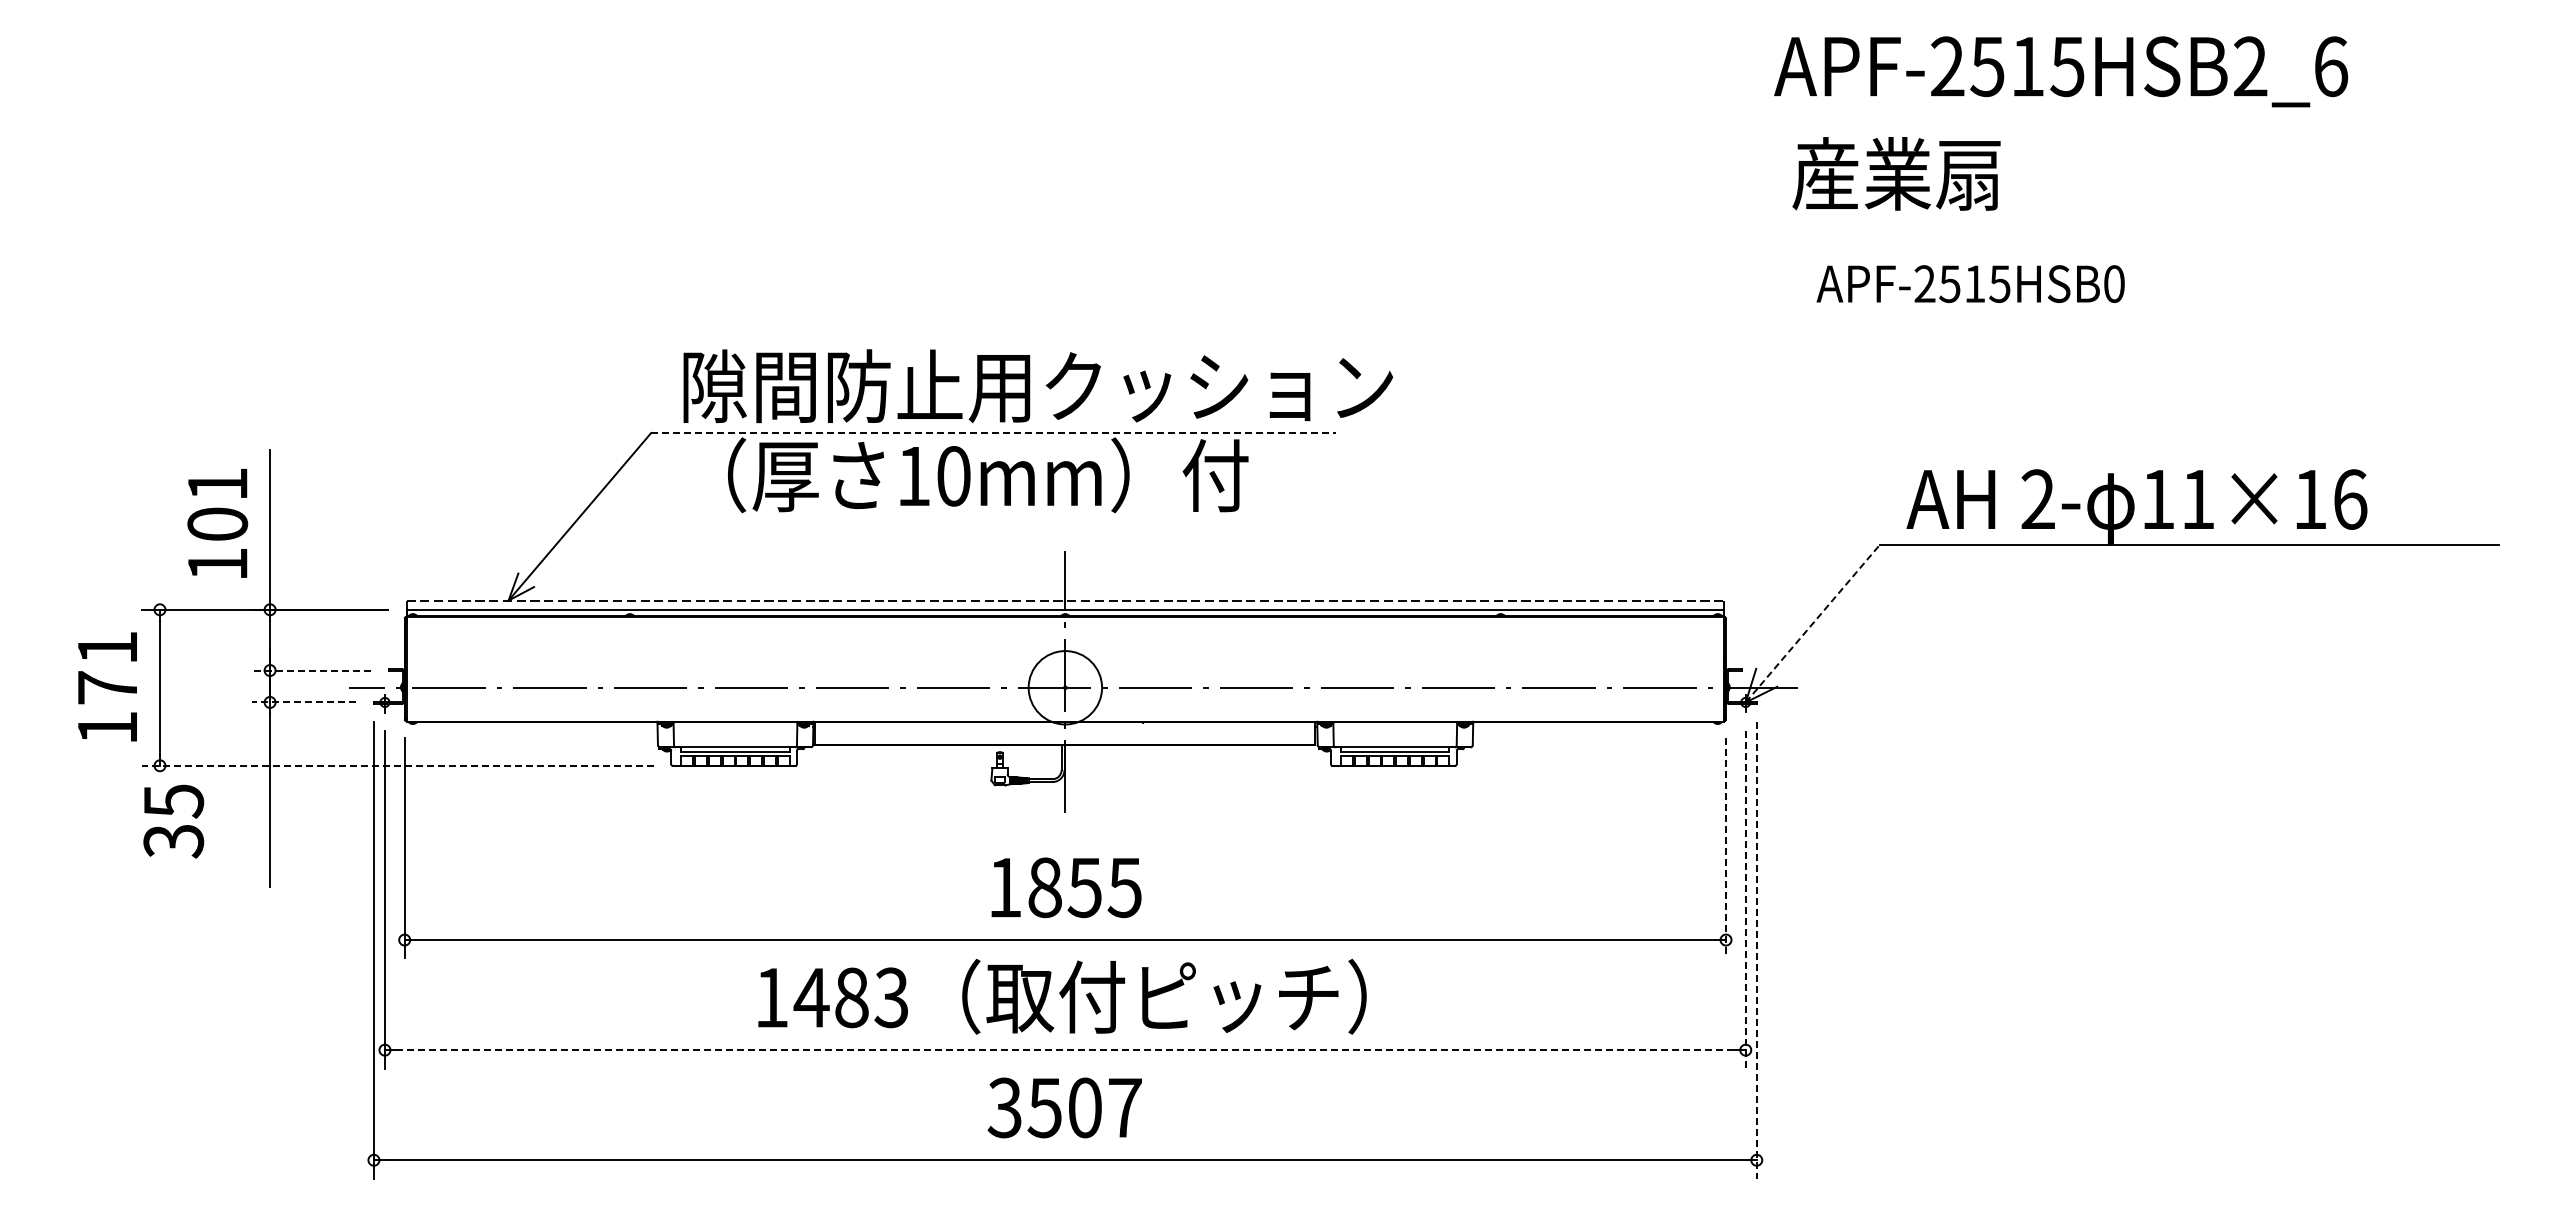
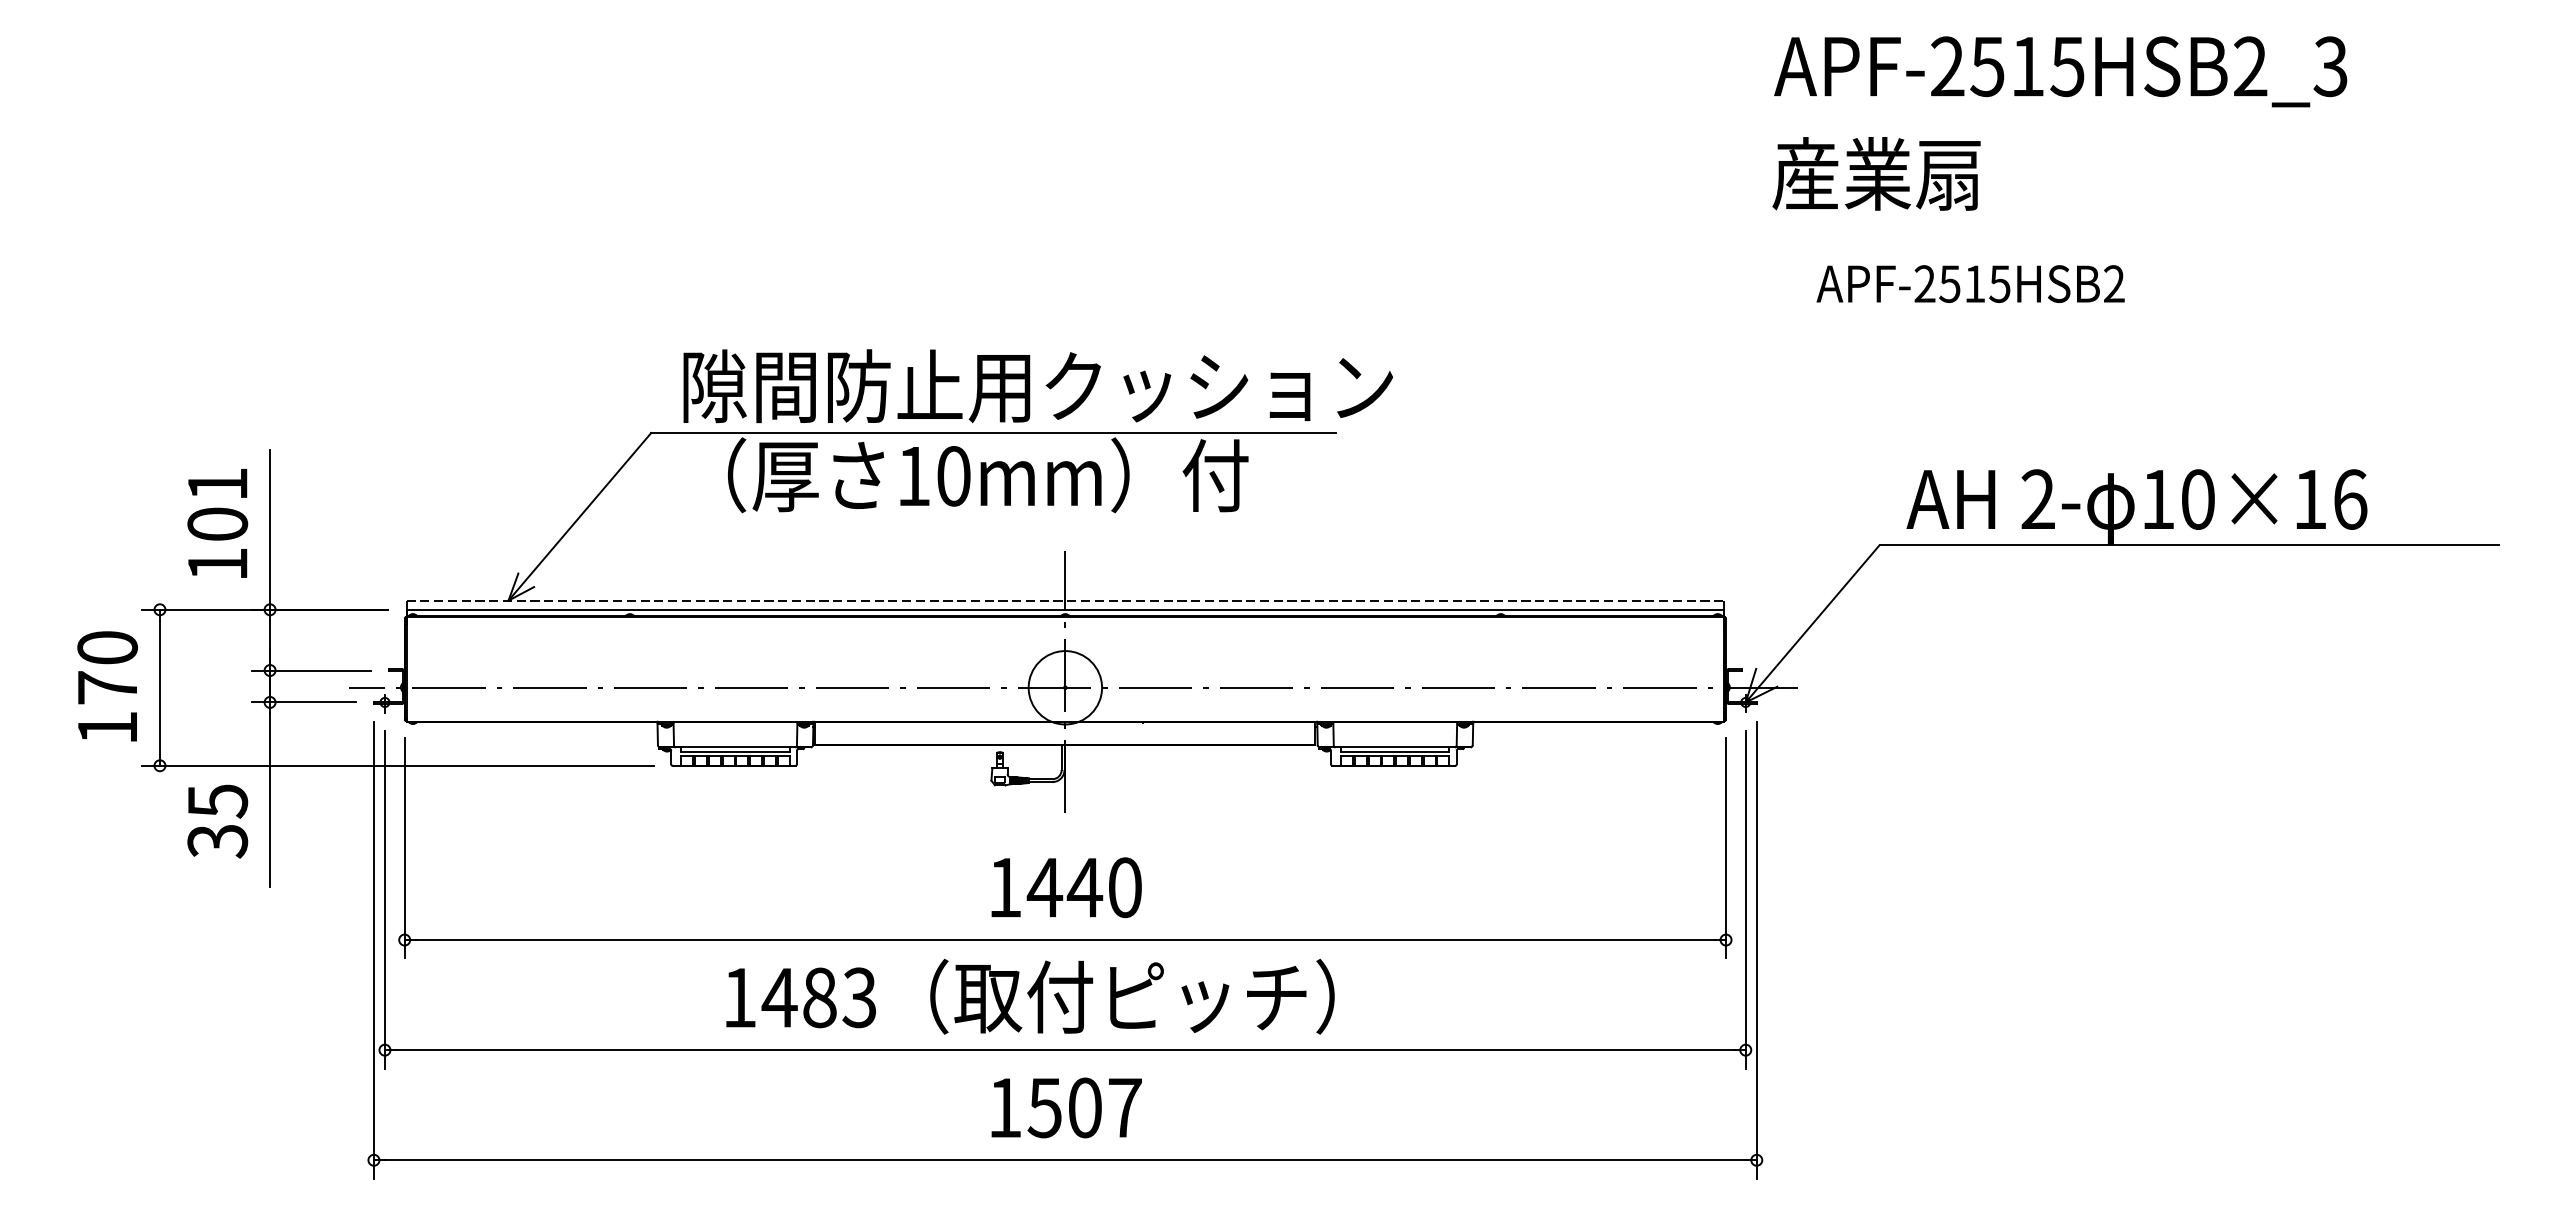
text at (2330, 66): APF-2515HSB2_6 -> APF-2515HSB2_3
text at (1896, 173) position: (1896, 173) -> (1876, 173)
text at (2114, 284): APF-2515HSB0 -> APF-2515HSB2
line at (994, 432): dashed -> solid
text at (2198, 499): 11×16 -> 10×16
line at (1812, 623): dashed -> solid
text at (107, 647): 171 -> 170
line at (310, 670): dashed -> solid
line at (303, 702): dashed -> solid
line at (397, 765): dashed -> solid
text at (173, 821) position: (173, 821) -> (217, 821)
line at (1726, 848): dashed -> solid
text at (1083, 887): 1855 -> 1440
line at (1745, 899): dashed -> solid
line at (1756, 950): dashed -> solid
text at (1062, 996) position: (1062, 996) -> (1030, 996)
line at (1065, 1050): dashed -> solid
text at (1004, 1107): 3507 -> 1507
